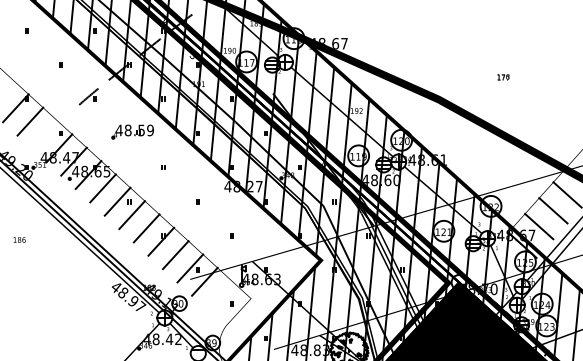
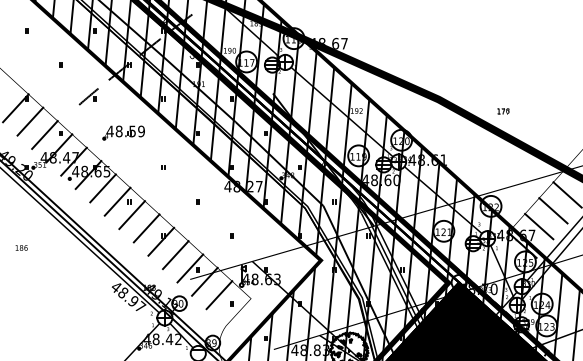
text at (503, 77) position: (503, 77) -> (503, 111)
part at (132, 131) position: (132, 131) -> (123, 132)
line at (44, 134): none -> present
text at (19, 239) position: (19, 239) -> (21, 247)
line at (219, 295): none -> present
